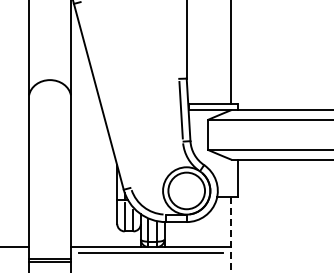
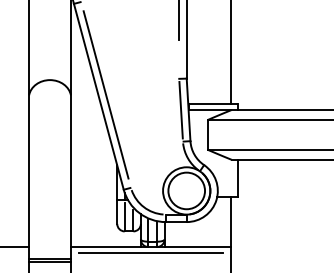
line at (179, 21): none -> present
line at (105, 94): none -> present
line at (230, 235): dashed -> solid
